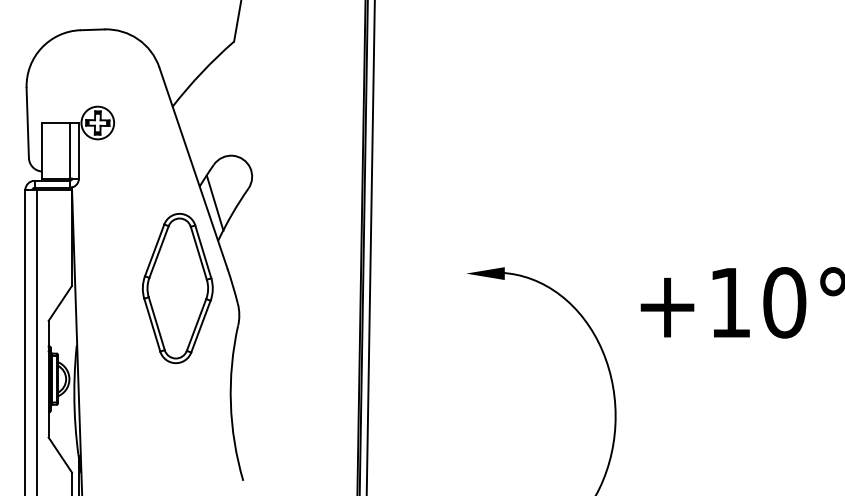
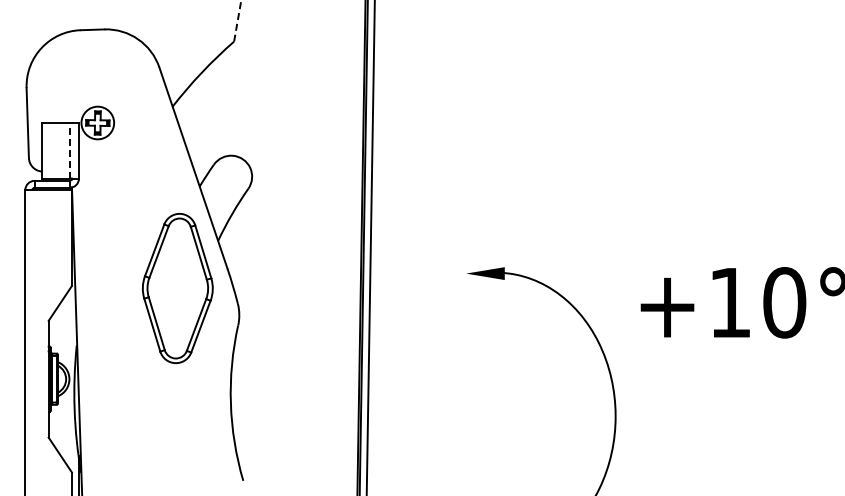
line at (237, 20): solid -> dashed
line at (69, 150): solid -> dashed
line at (214, 202): present -> none
line at (37, 341): present -> none
